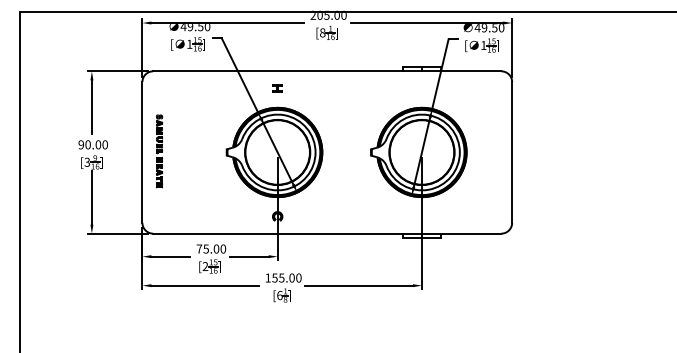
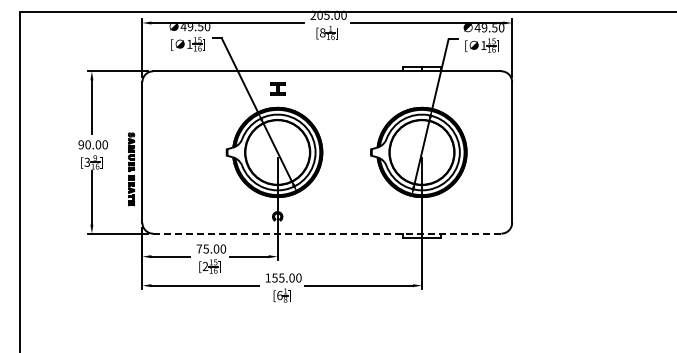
part at (277, 88) size: 11x9 px -> 16x14 px
part at (159, 151) position: (159, 151) -> (131, 169)
line at (327, 233): solid -> dashed
